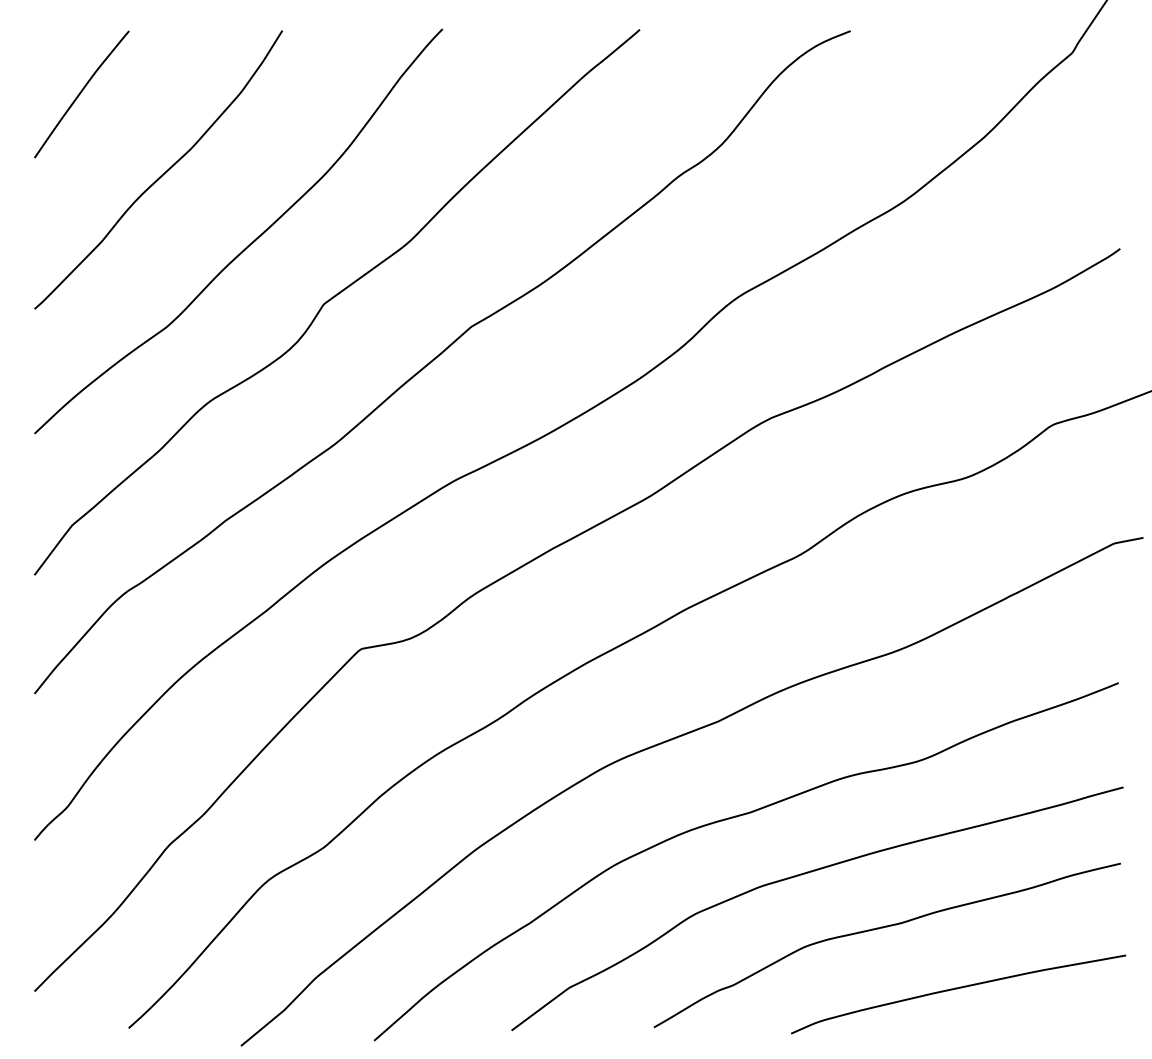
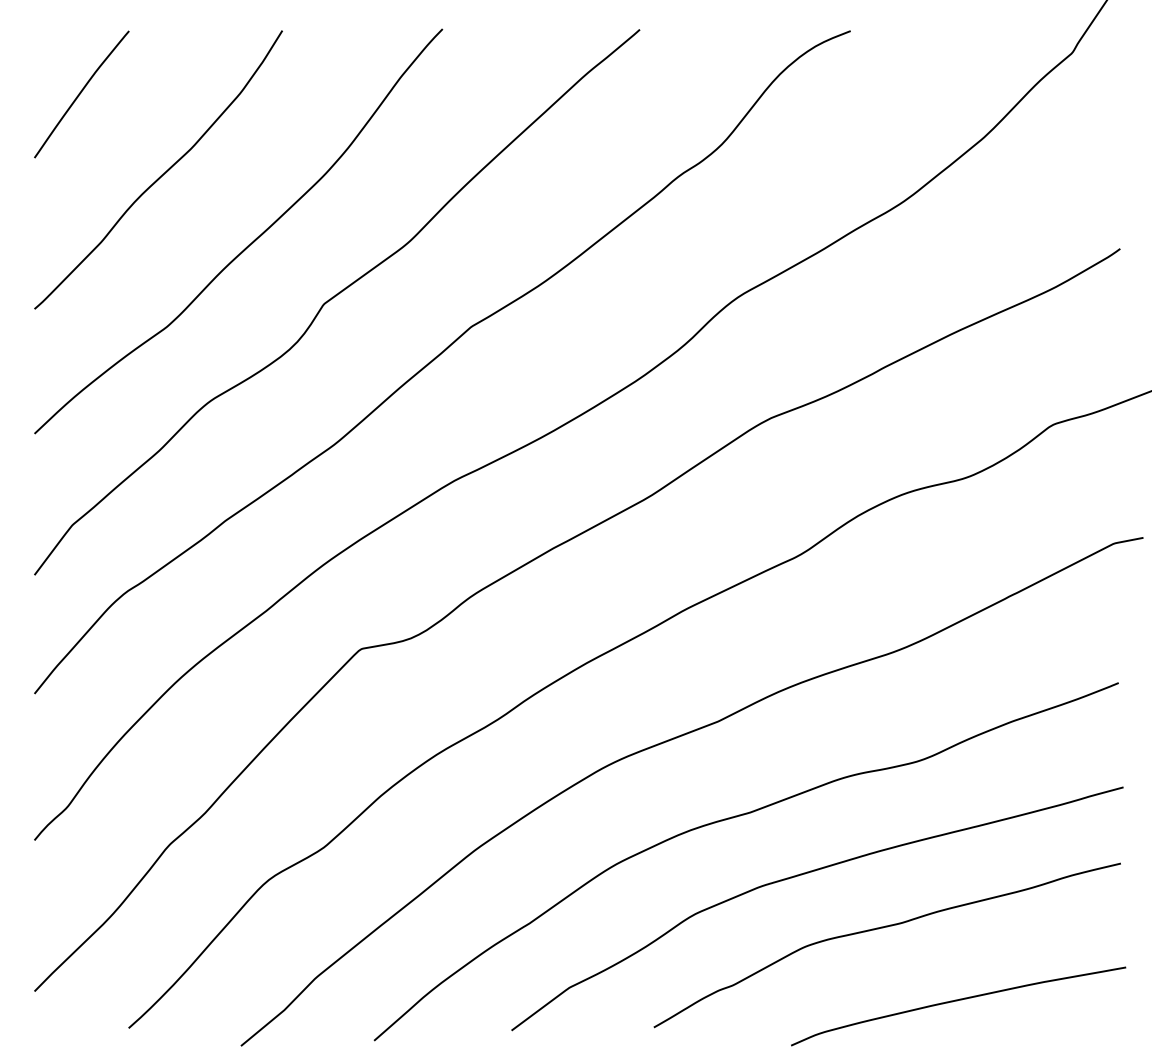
curve at (957, 989) position: (957, 989) -> (957, 1001)
